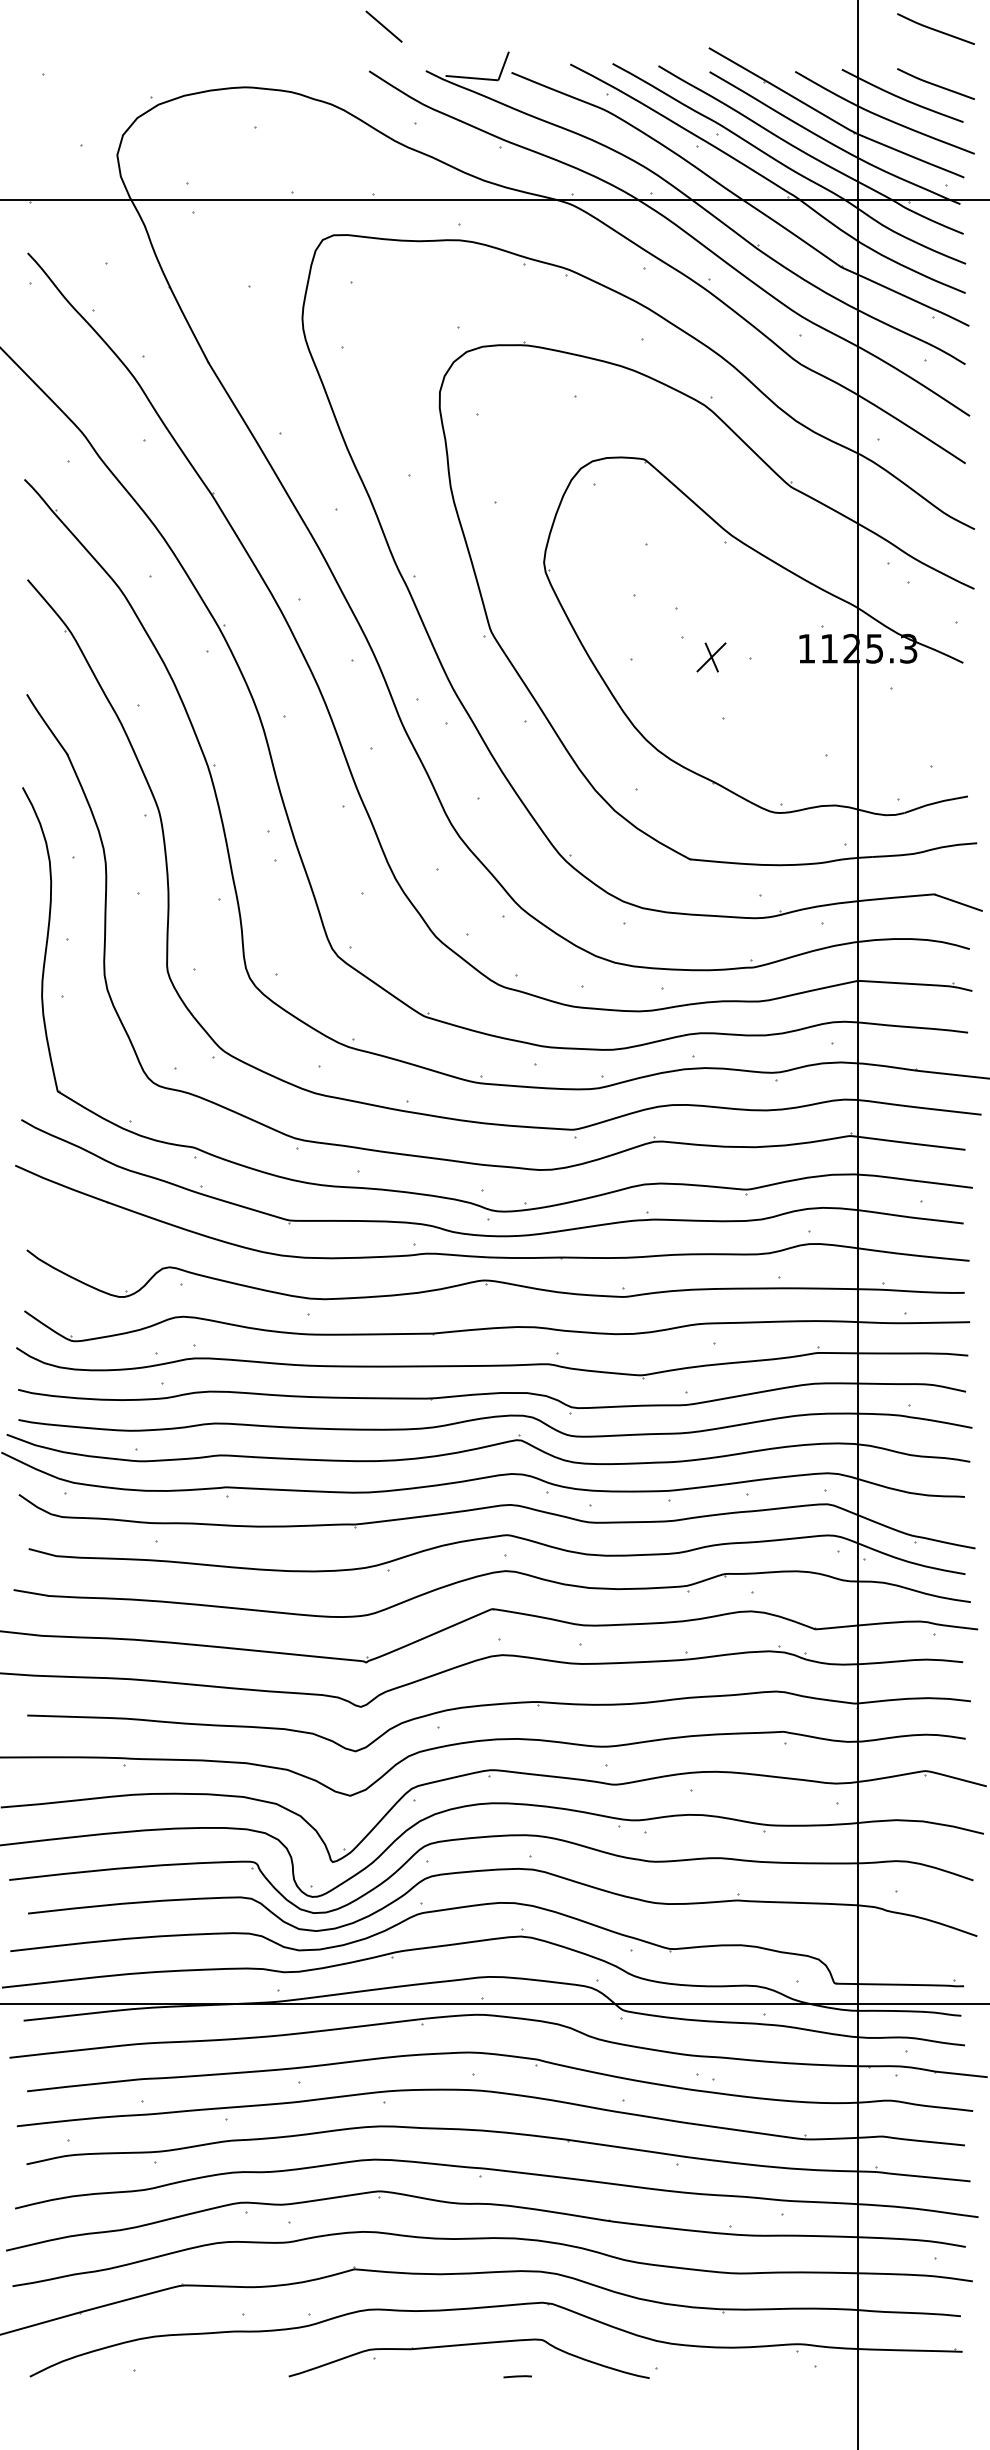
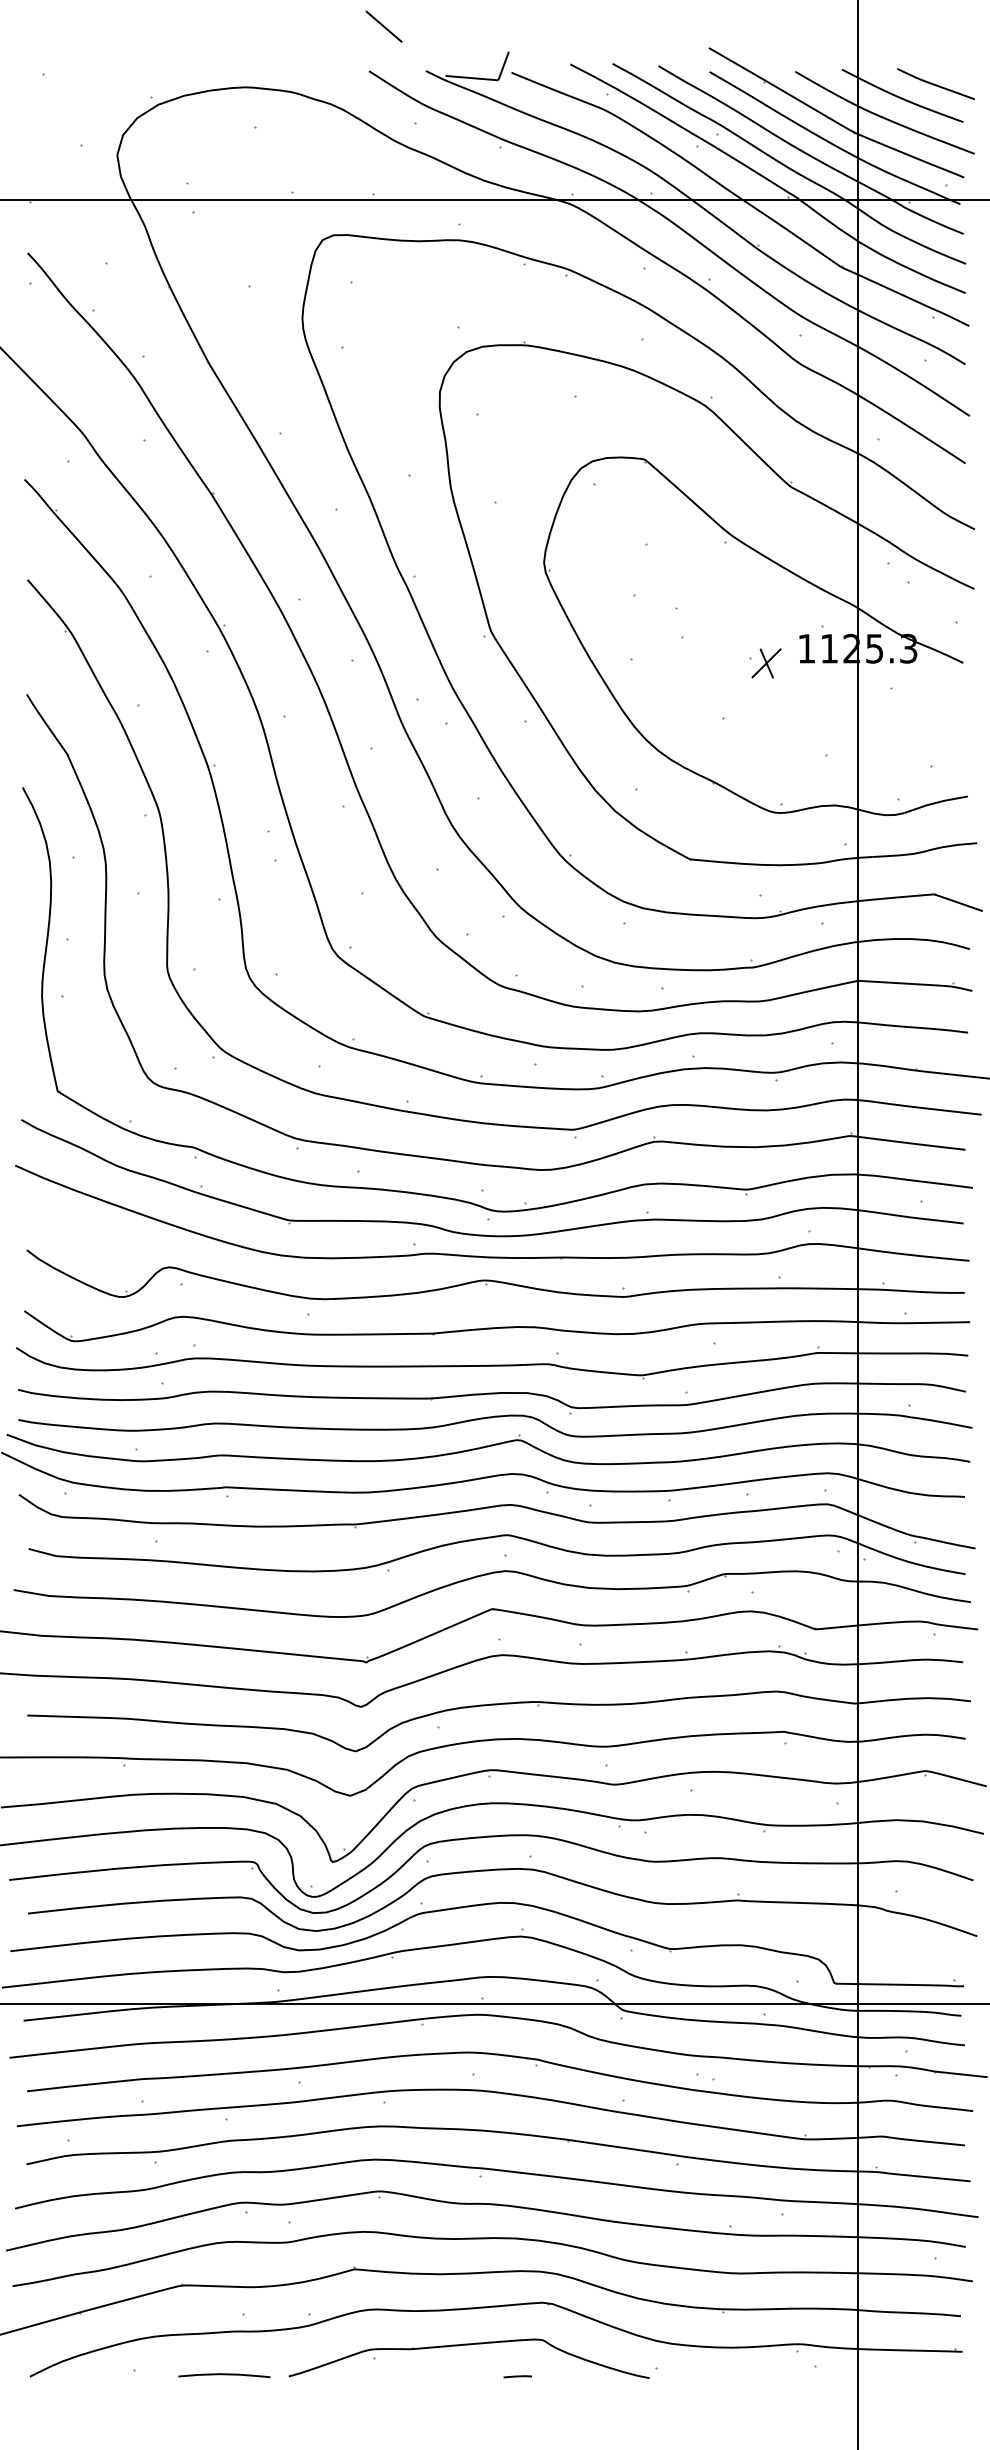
curve at (934, 28): present -> none
part at (711, 657) position: (711, 657) -> (766, 663)
curve at (224, 2375): none -> present
